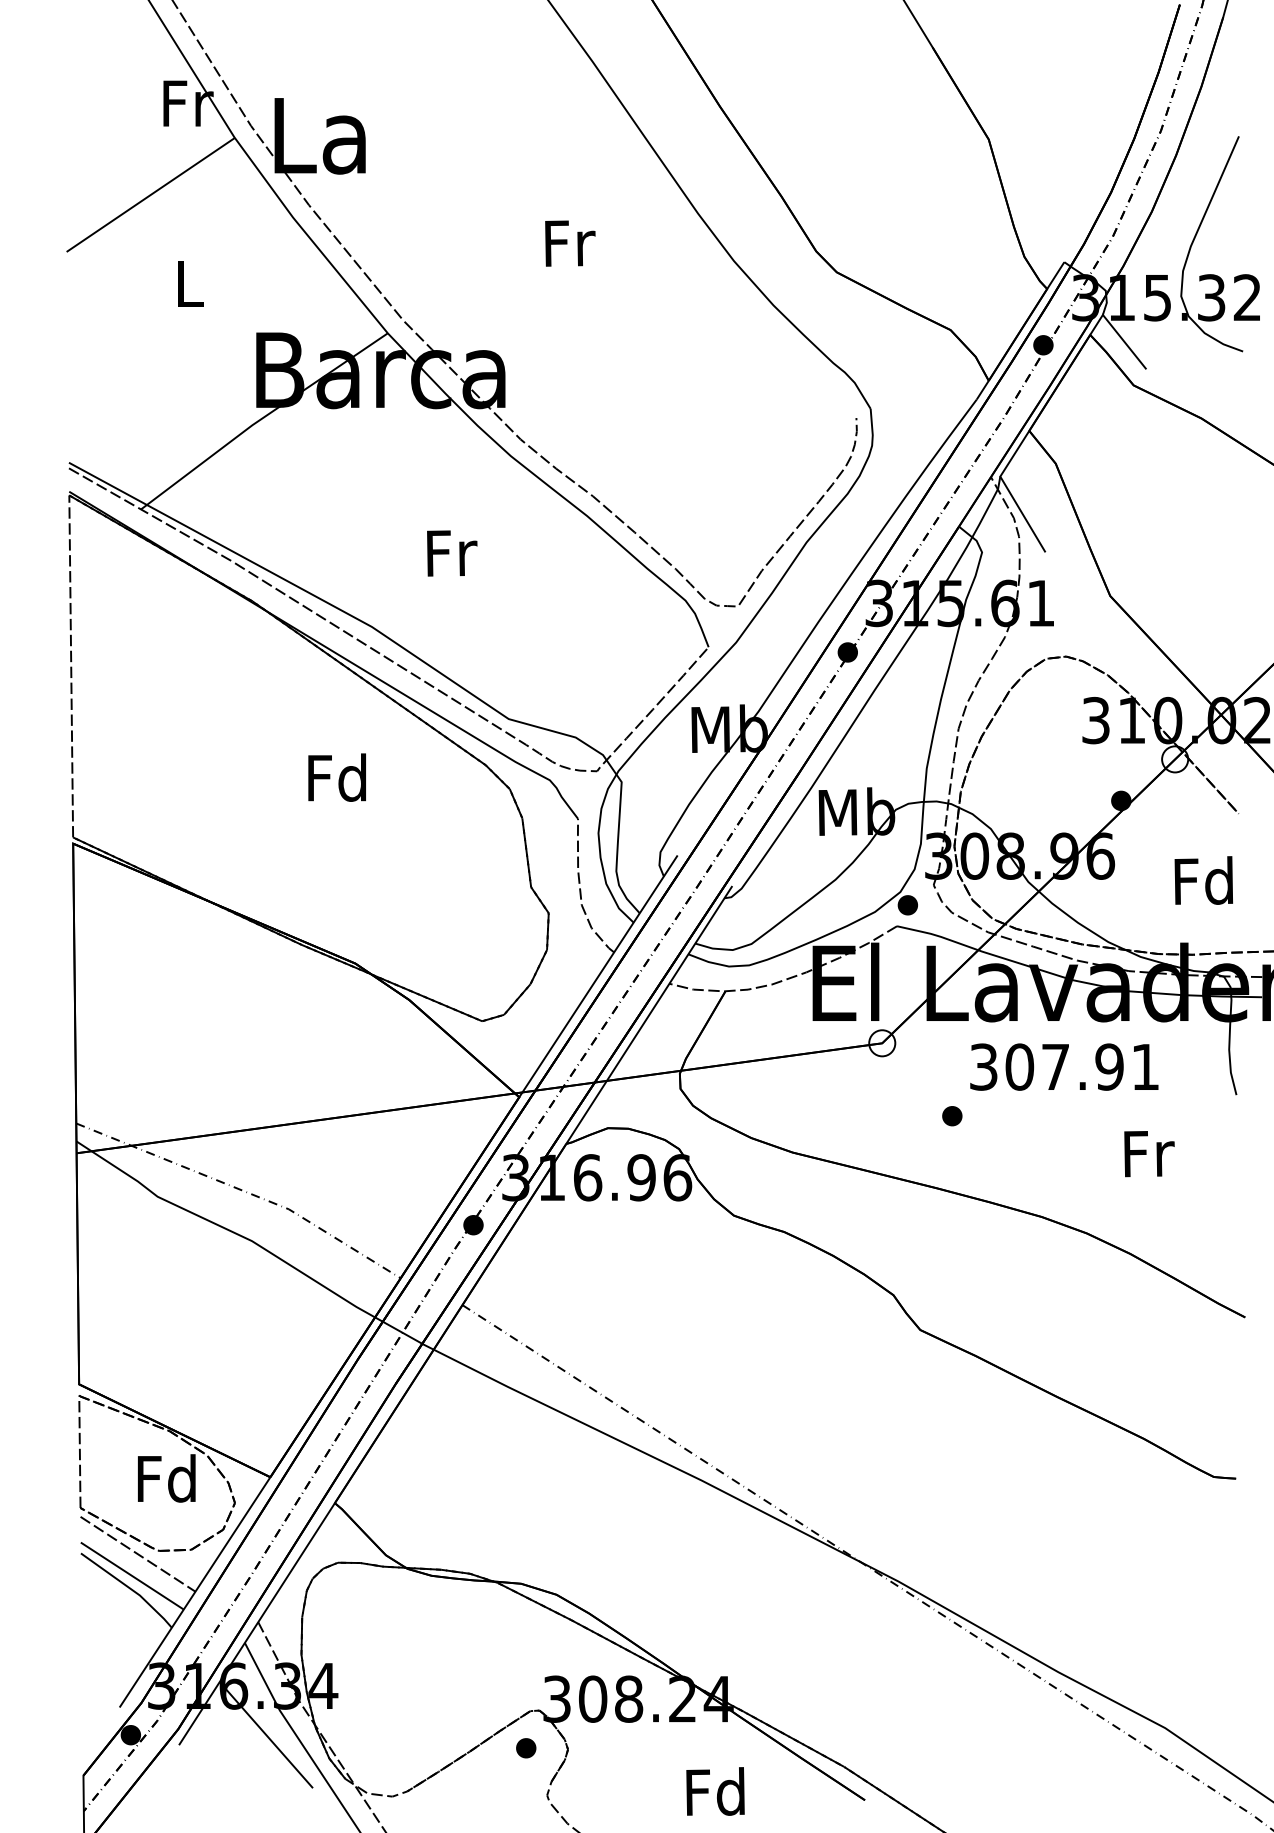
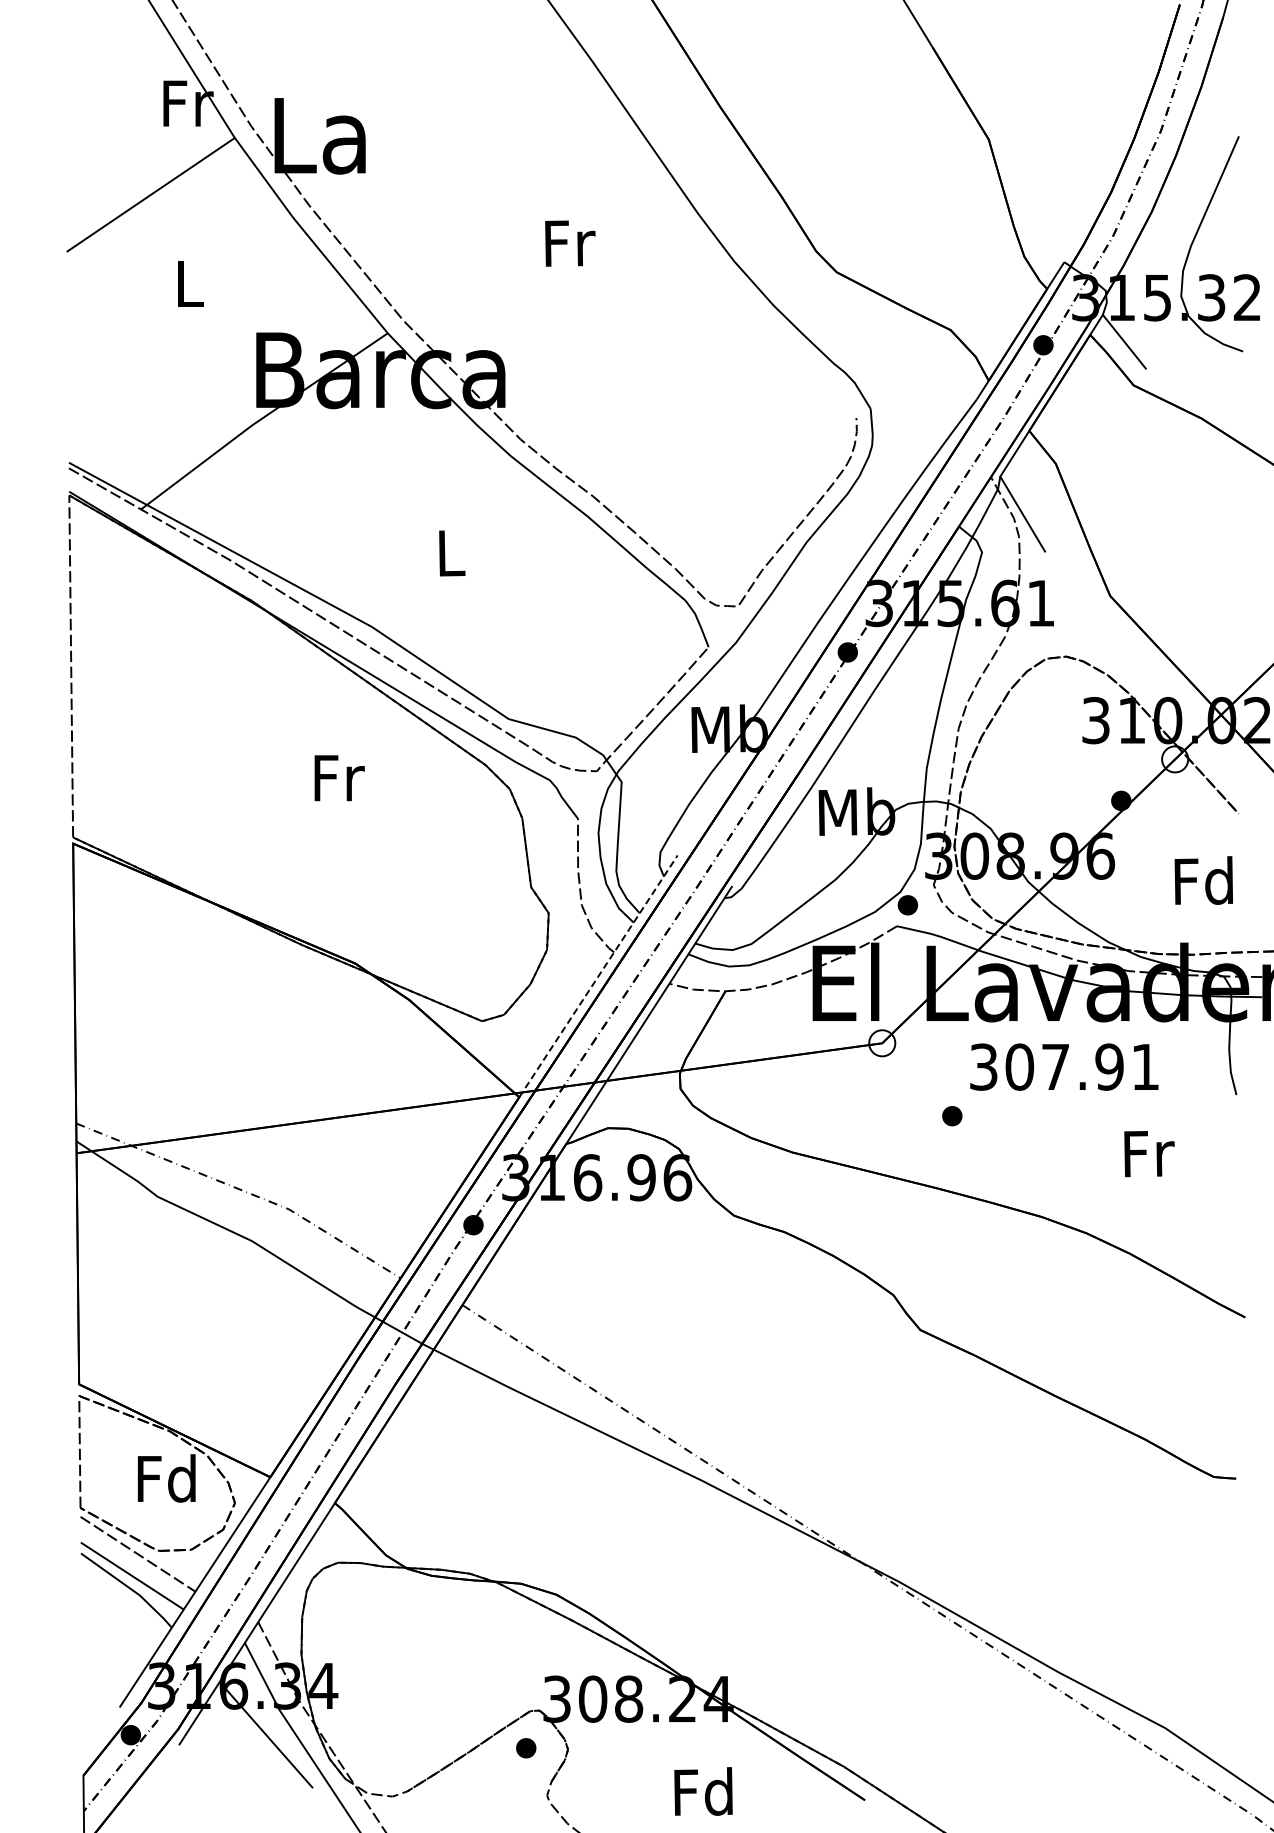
text at (452, 553): Fr -> L
text at (336, 777): Fd -> Fr
line at (599, 974): solid -> dashed
text at (715, 1791) position: (715, 1791) -> (703, 1791)
